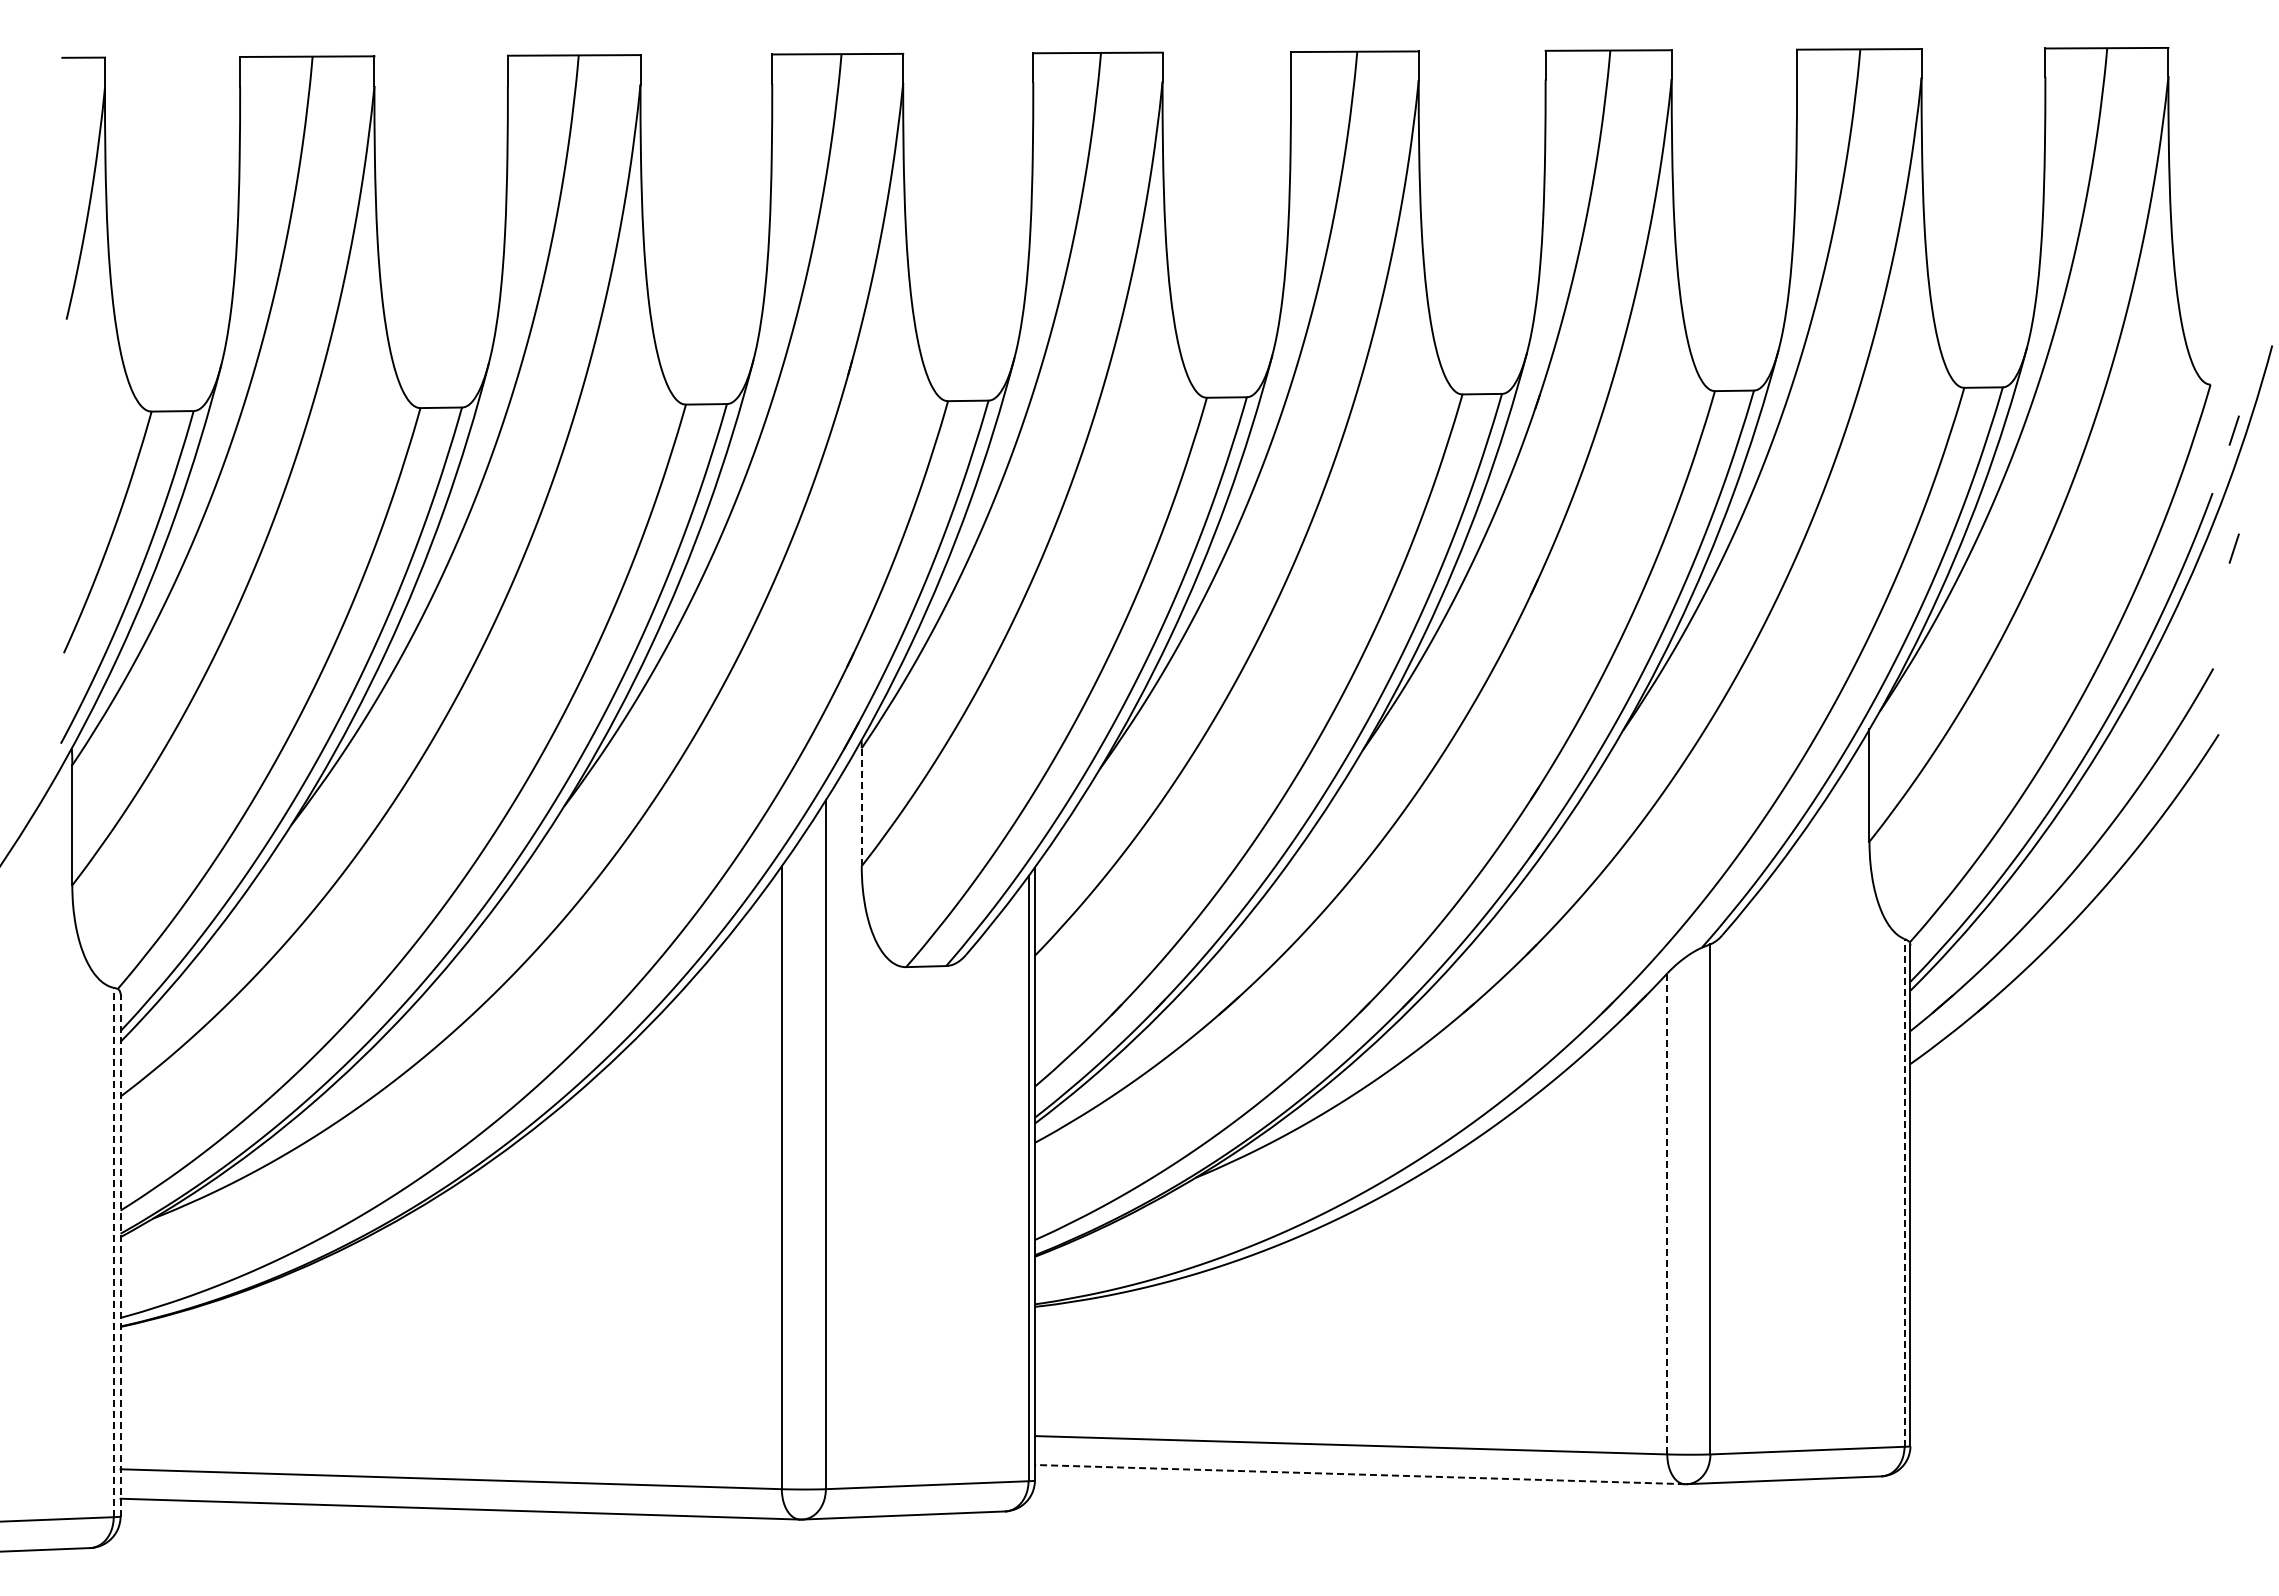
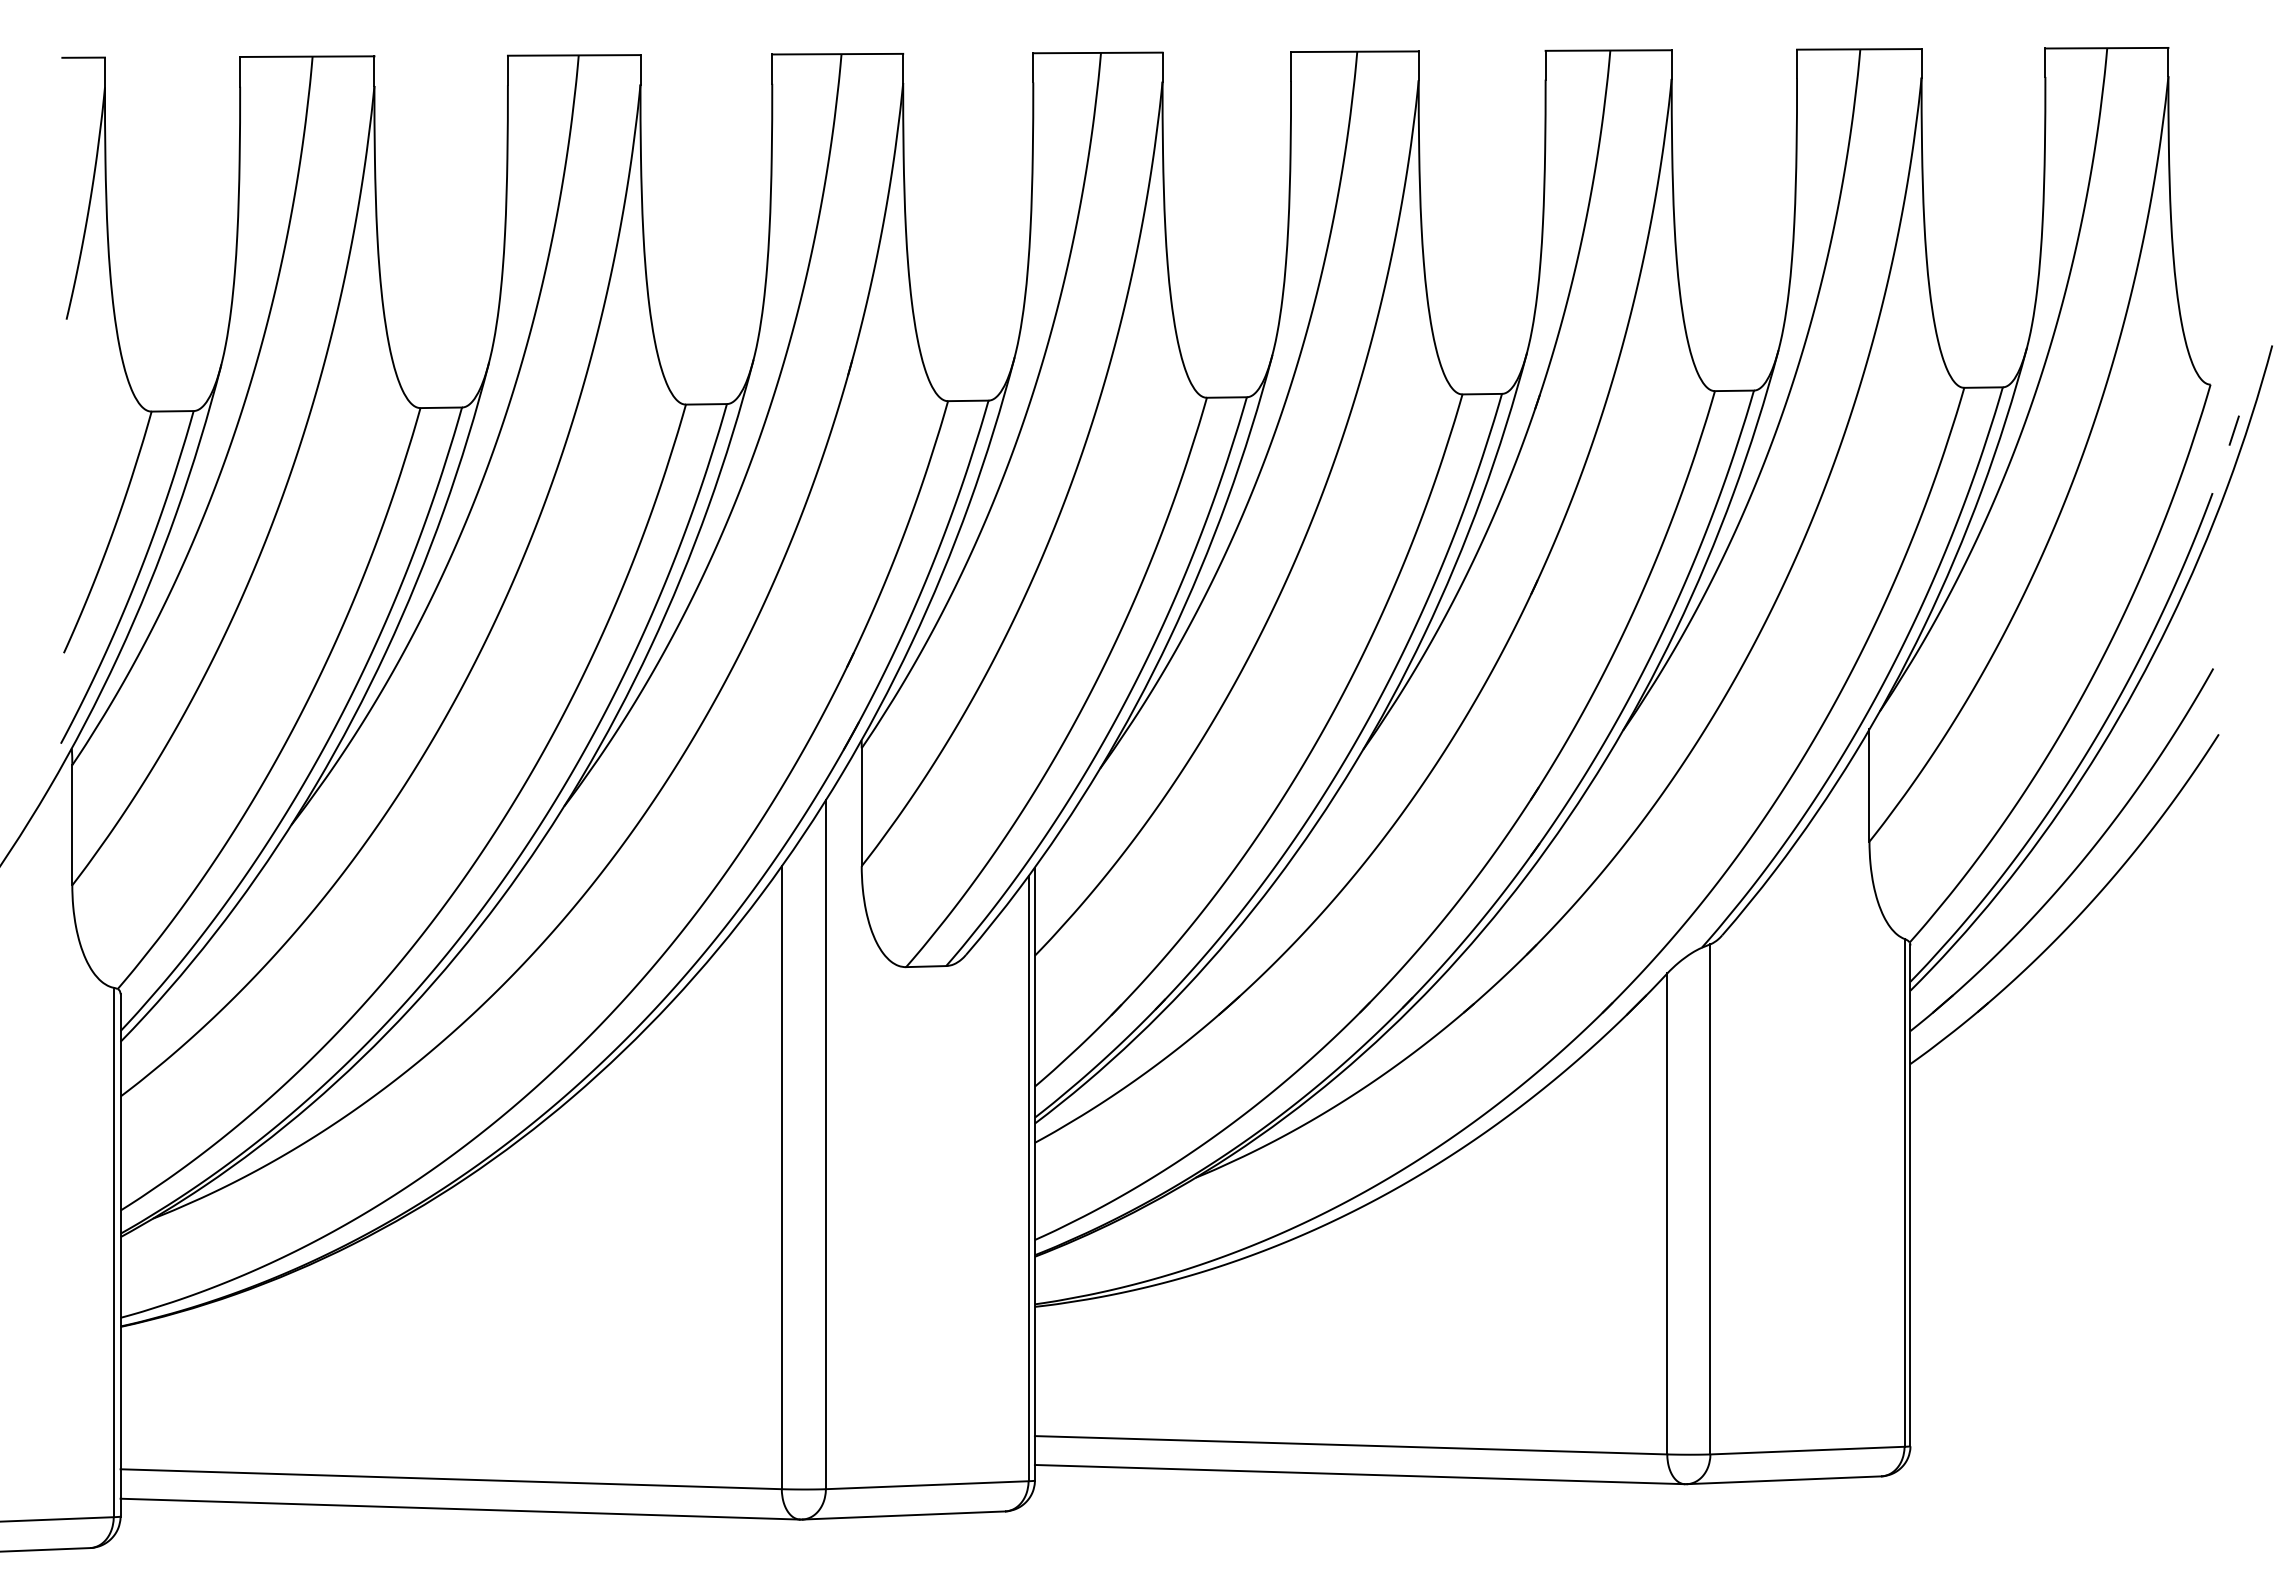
line at (2233, 548): present -> none
line at (861, 807): dashed -> solid
line at (1904, 1192): dashed -> solid
line at (1667, 1213): dashed -> solid
line at (113, 1252): dashed -> solid
line at (120, 1254): dashed -> solid
line at (1359, 1474): dashed -> solid
